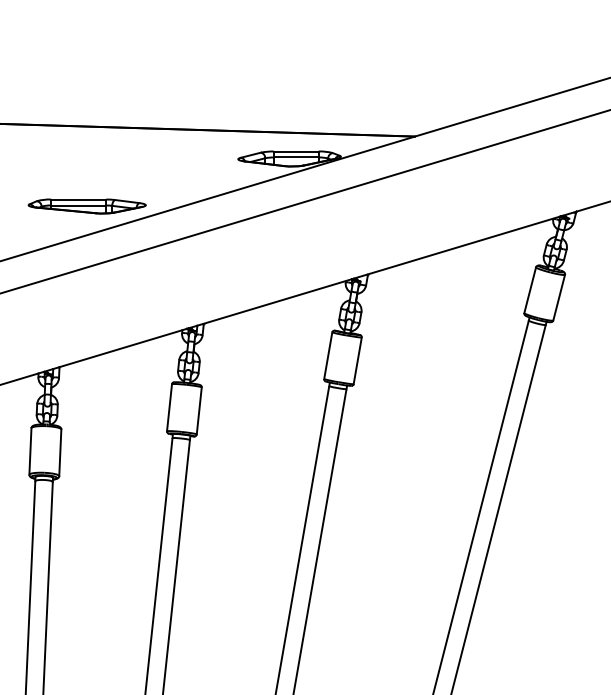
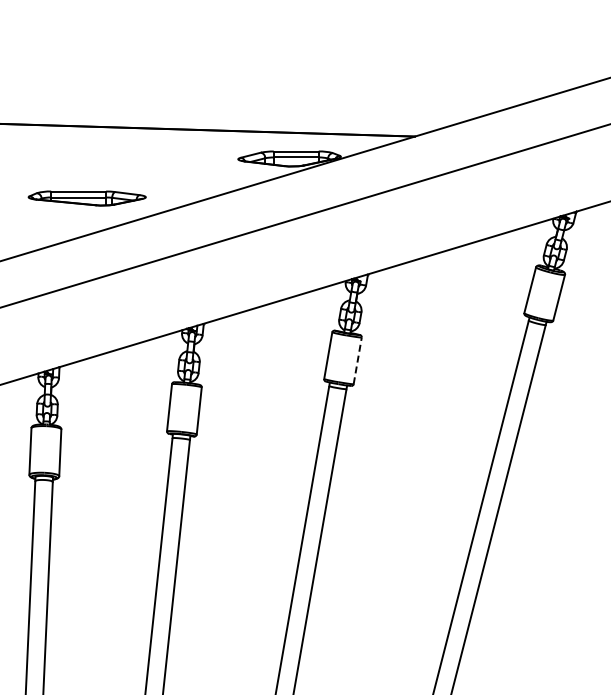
line at (304, 201) position: (304, 201) -> (304, 216)
part at (86, 206) position: (86, 206) -> (86, 198)
line at (357, 360): solid -> dashed
